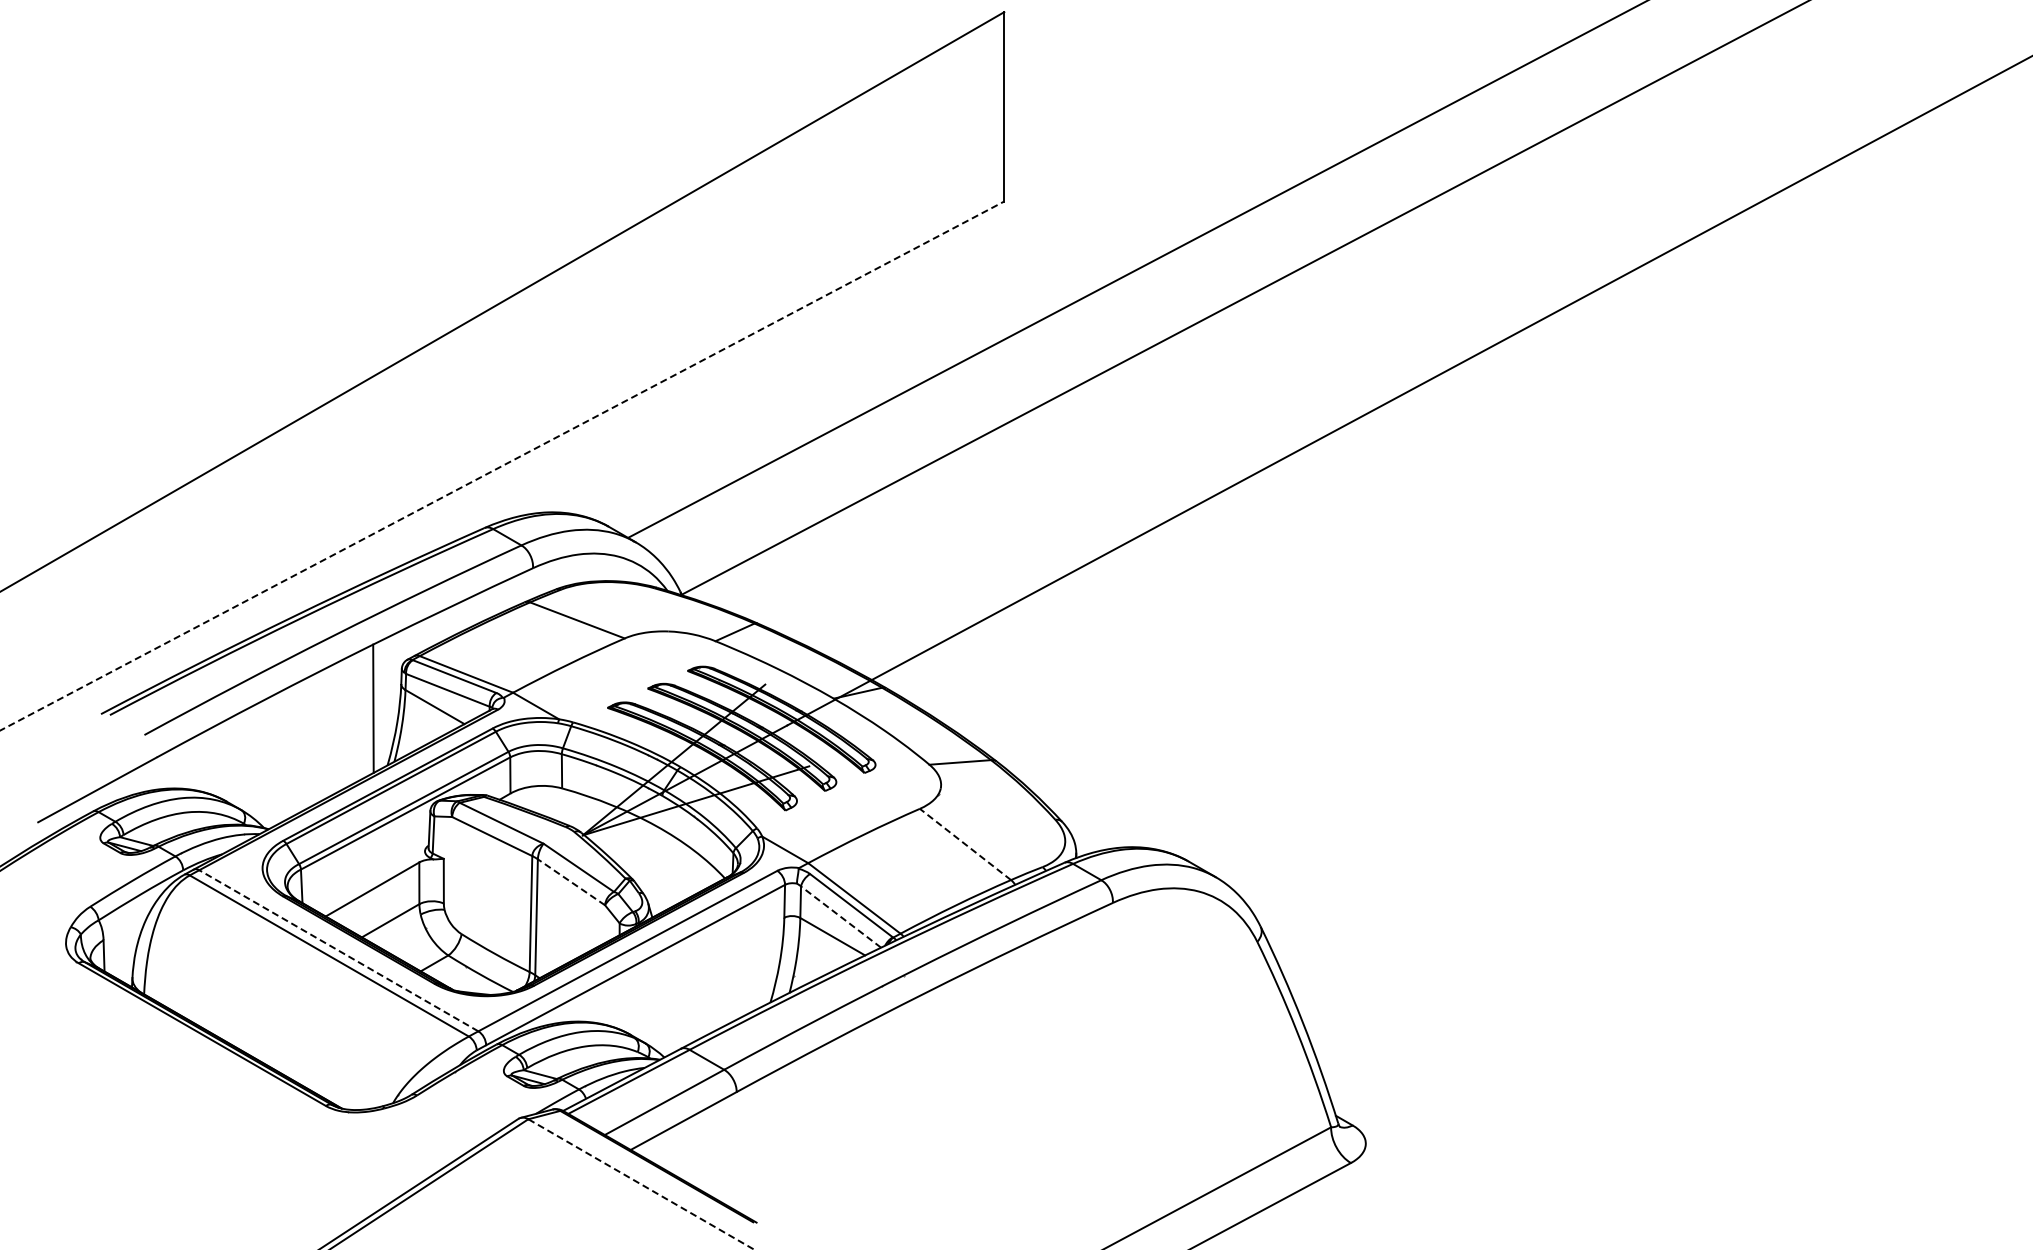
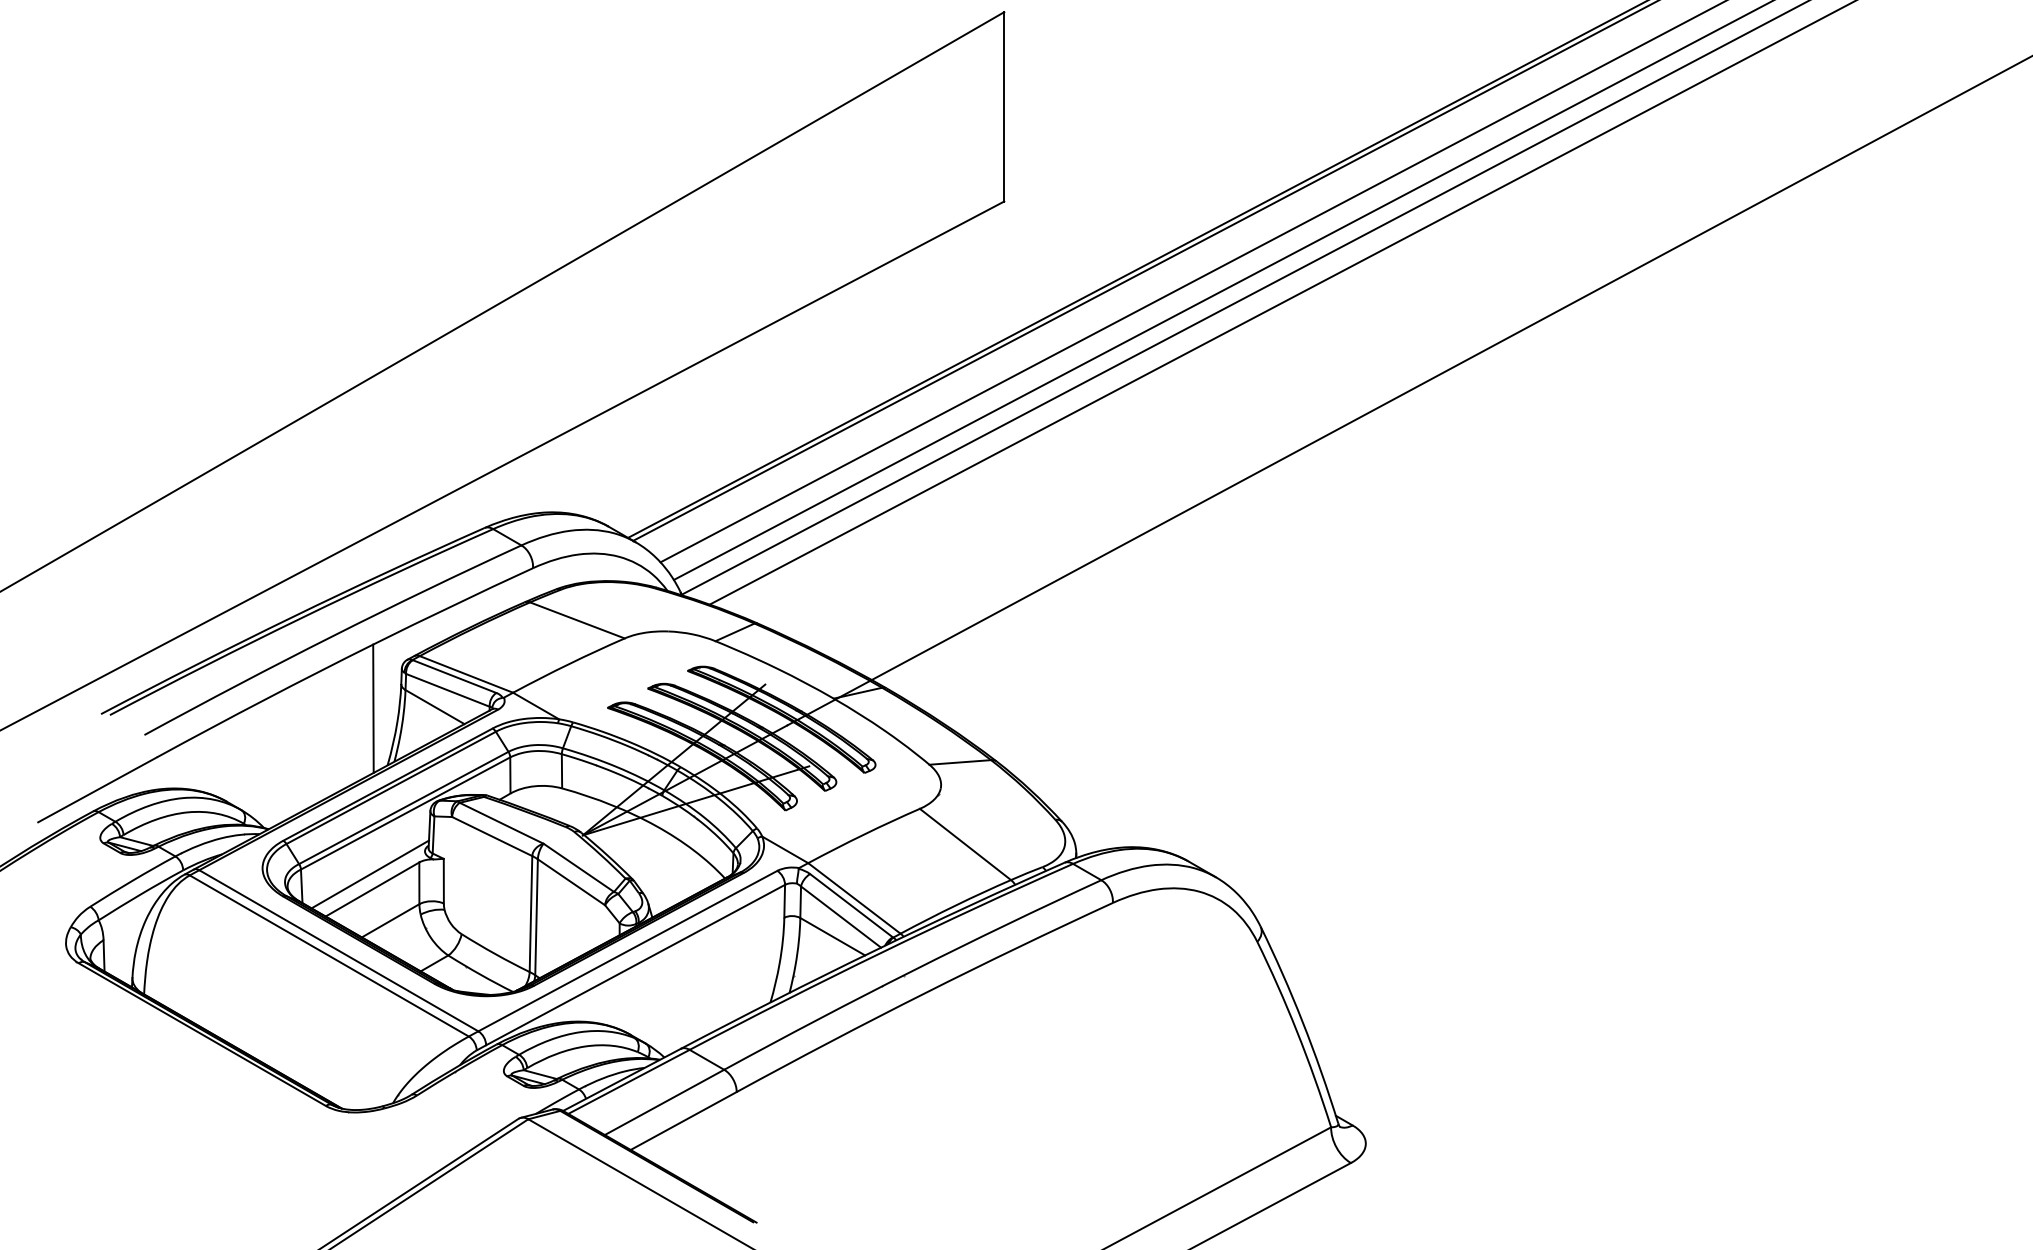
line at (1144, 271): none -> present
line at (1191, 282): none -> present
line at (1221, 290): none -> present
line at (1281, 303): none -> present
line at (502, 465): dashed -> solid
line at (965, 844): dashed -> solid
line at (370, 874): none -> present
line at (571, 882): dashed -> solid
line at (840, 916): dashed -> solid
line at (338, 950): dashed -> solid
line at (641, 1184): dashed -> solid
